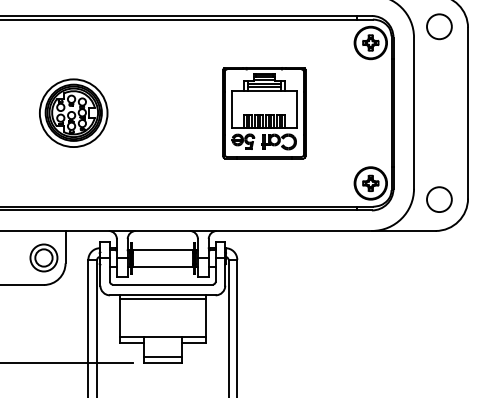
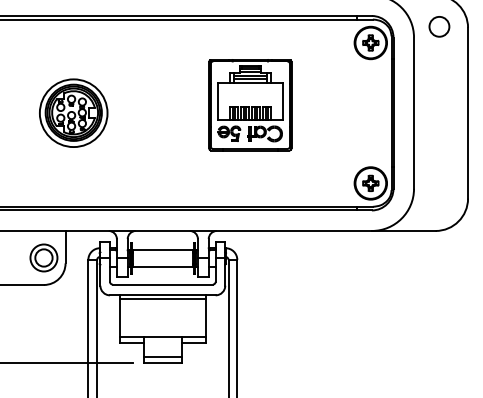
circle at (439, 26) size: 27x28 px -> 23x22 px
part at (264, 113) position: (264, 113) -> (250, 105)
circle at (439, 199): present -> none
